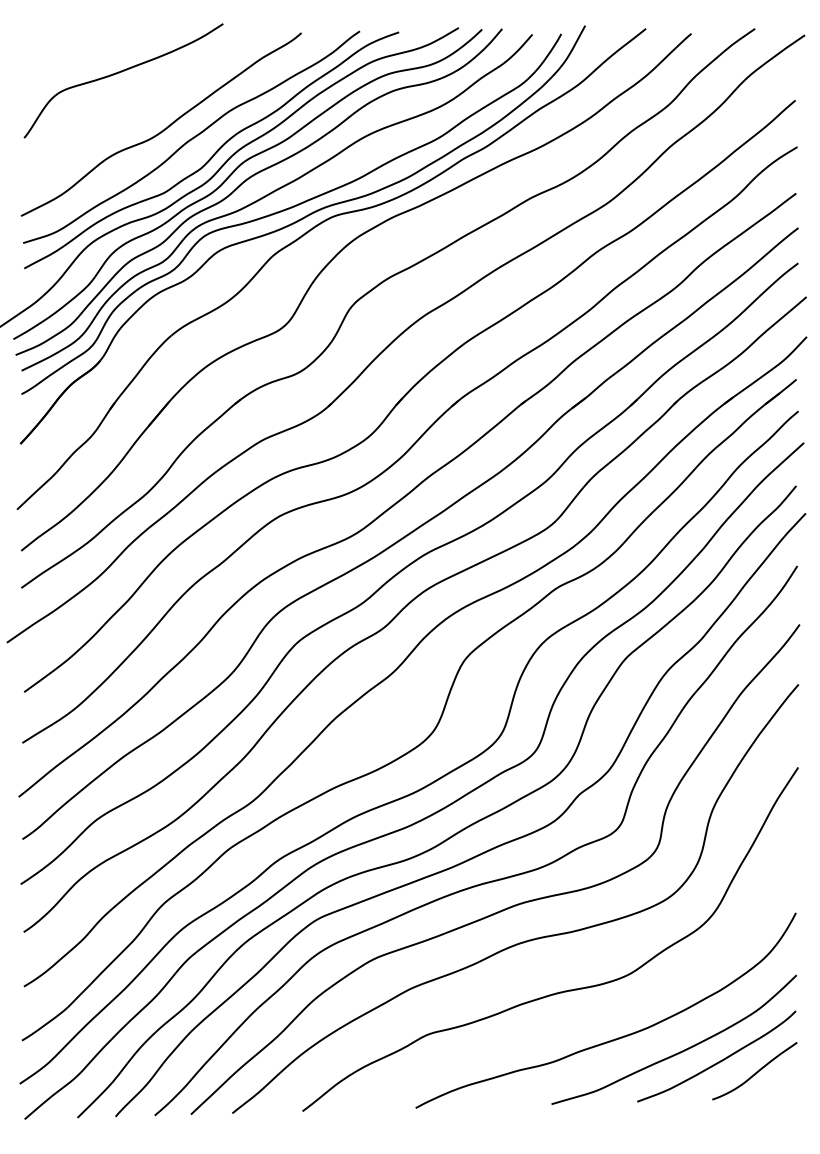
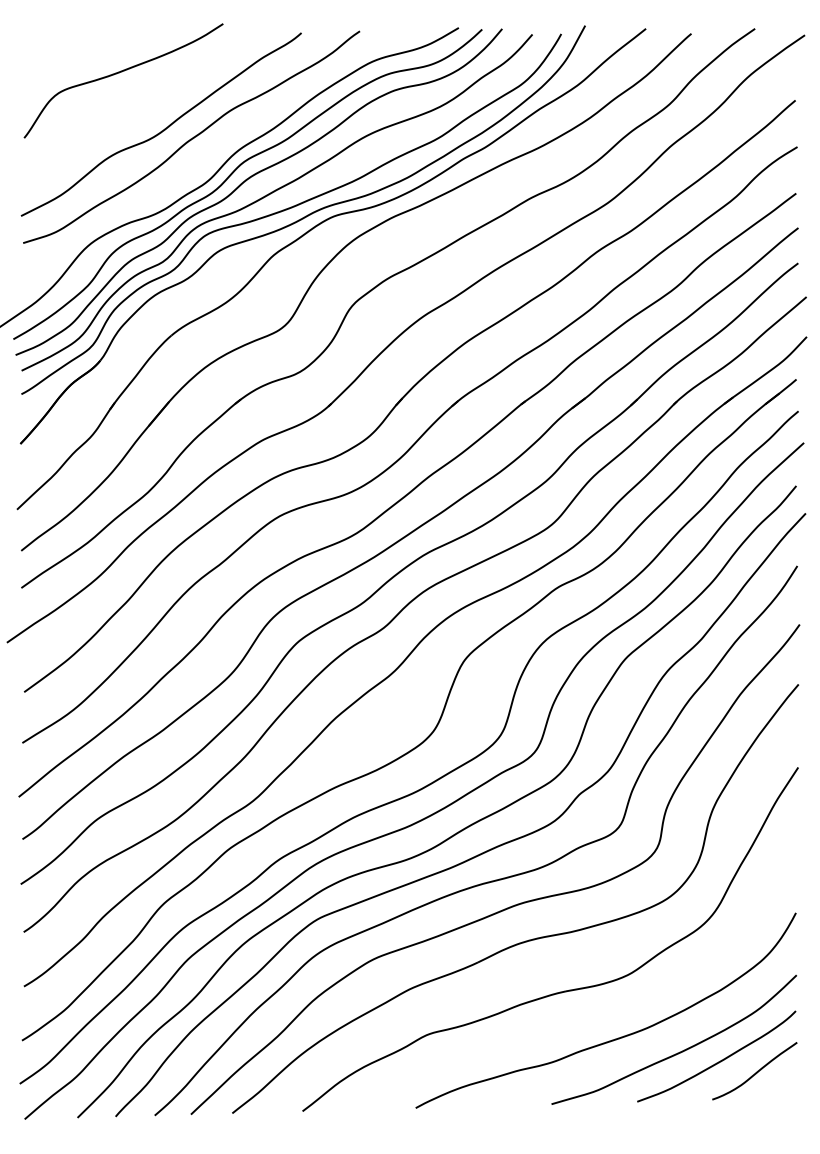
curve at (215, 151): present -> none
